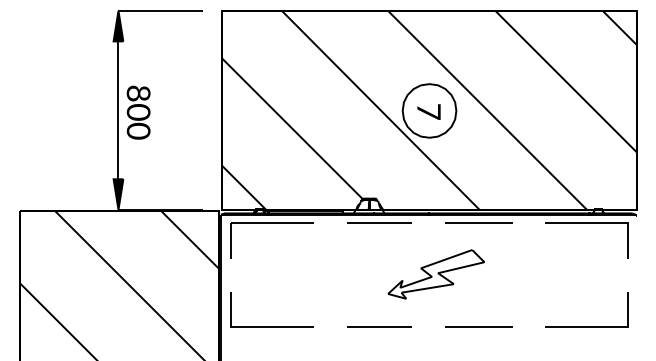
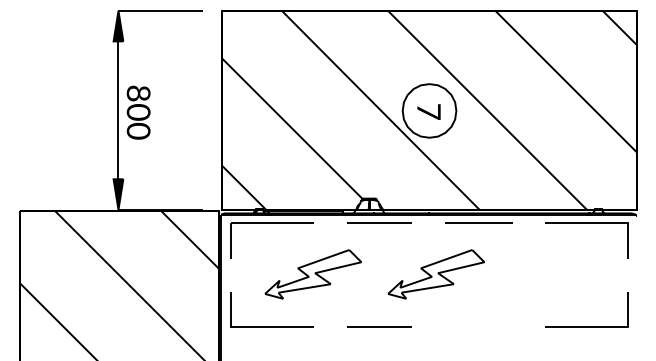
part at (312, 274): none -> present
line at (478, 326): present -> none
